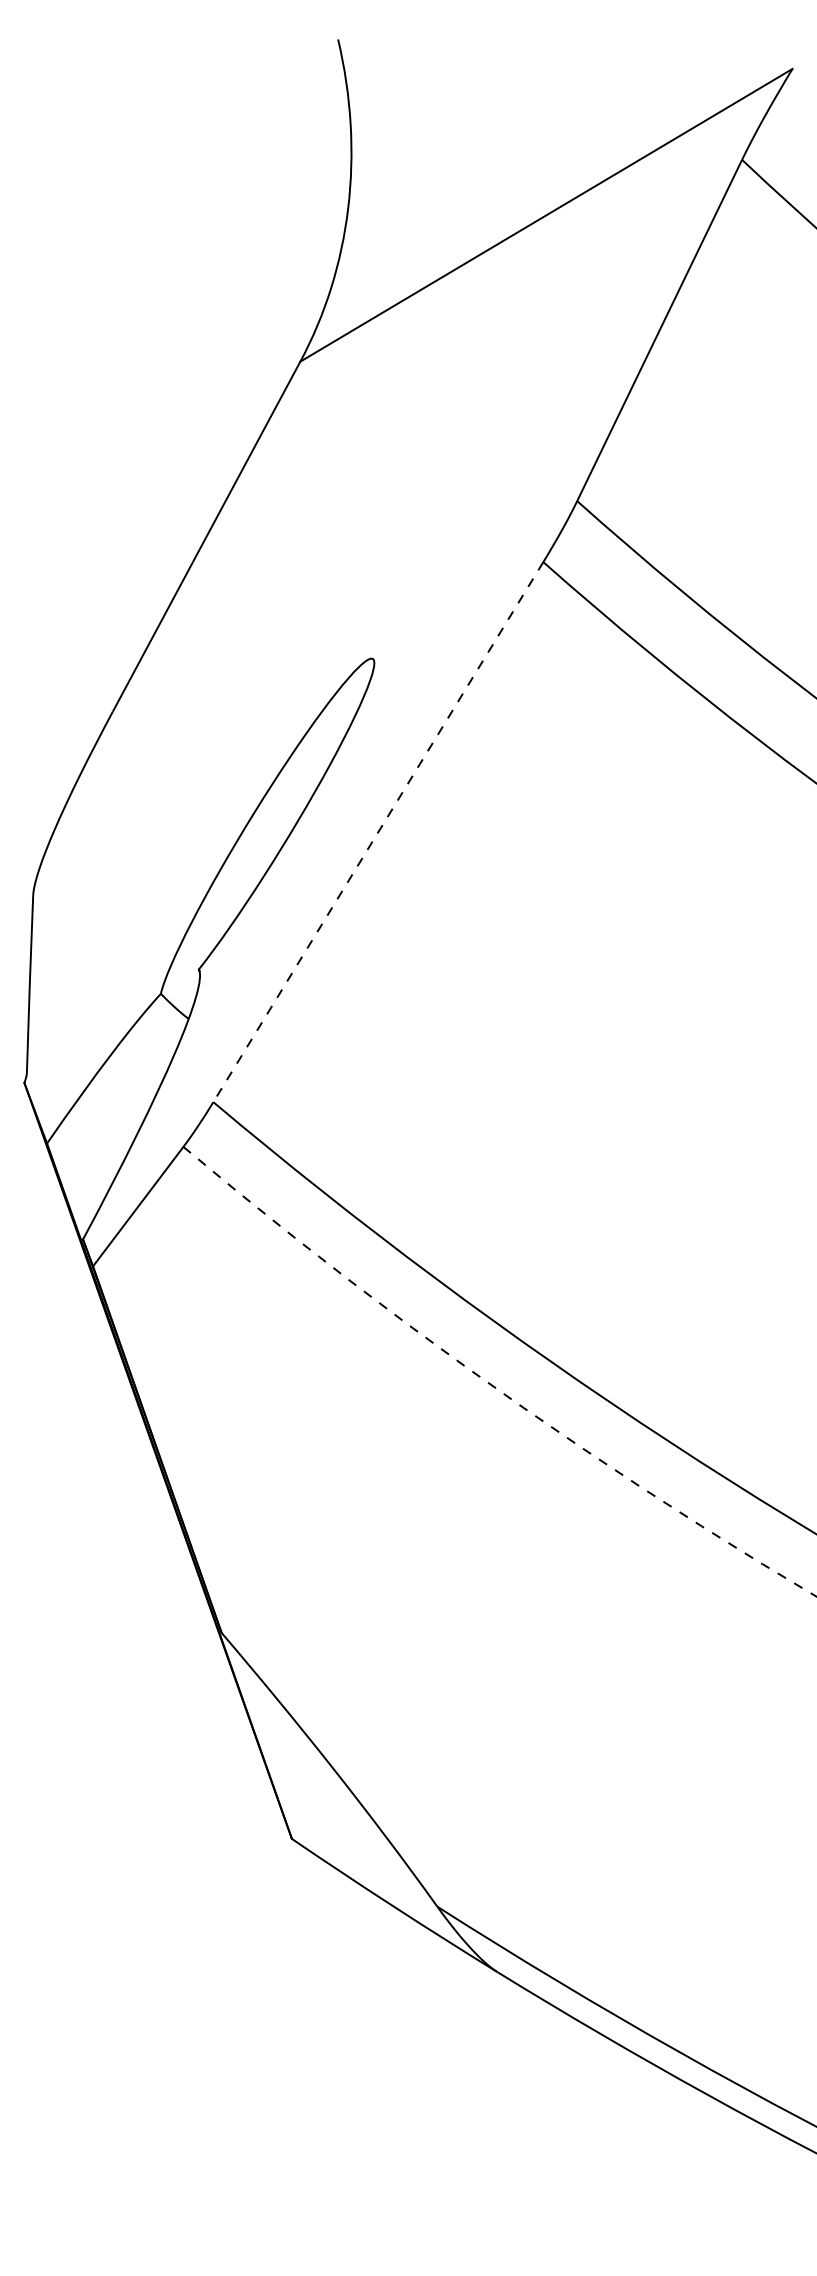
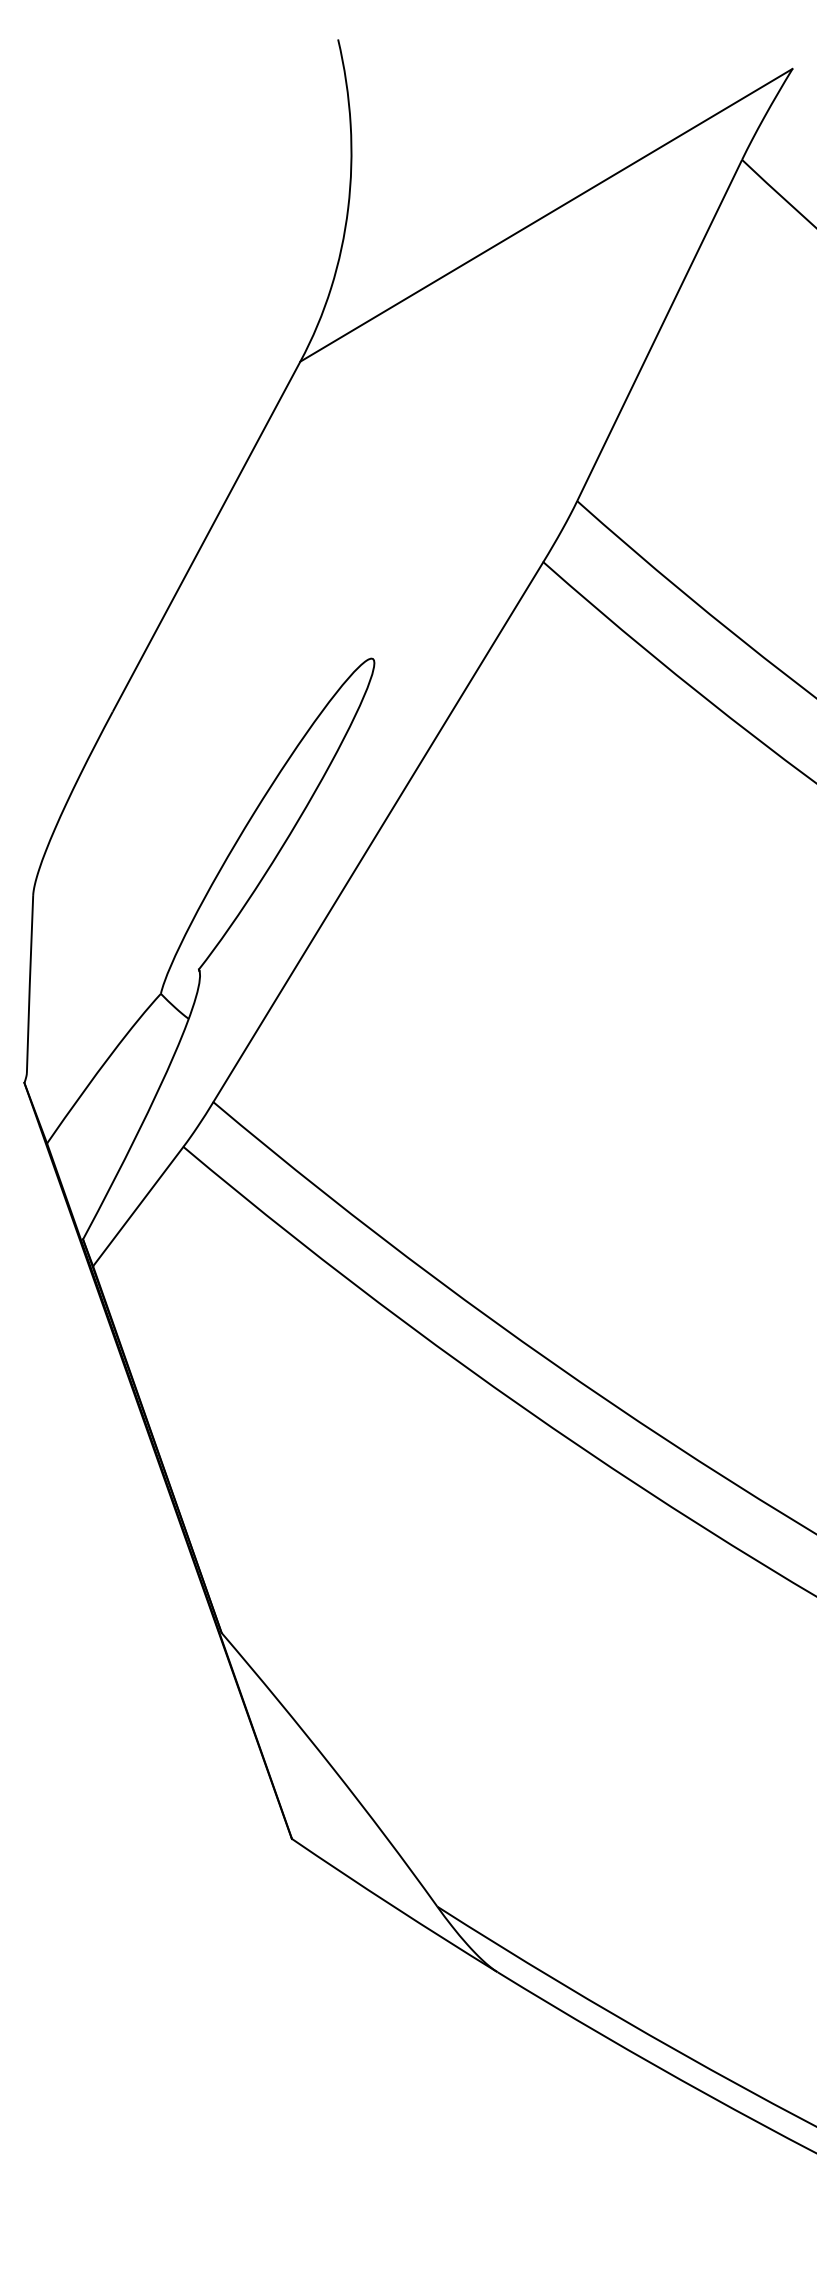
line at (378, 832): dashed -> solid
arc at (491, 1385): dashed -> solid
